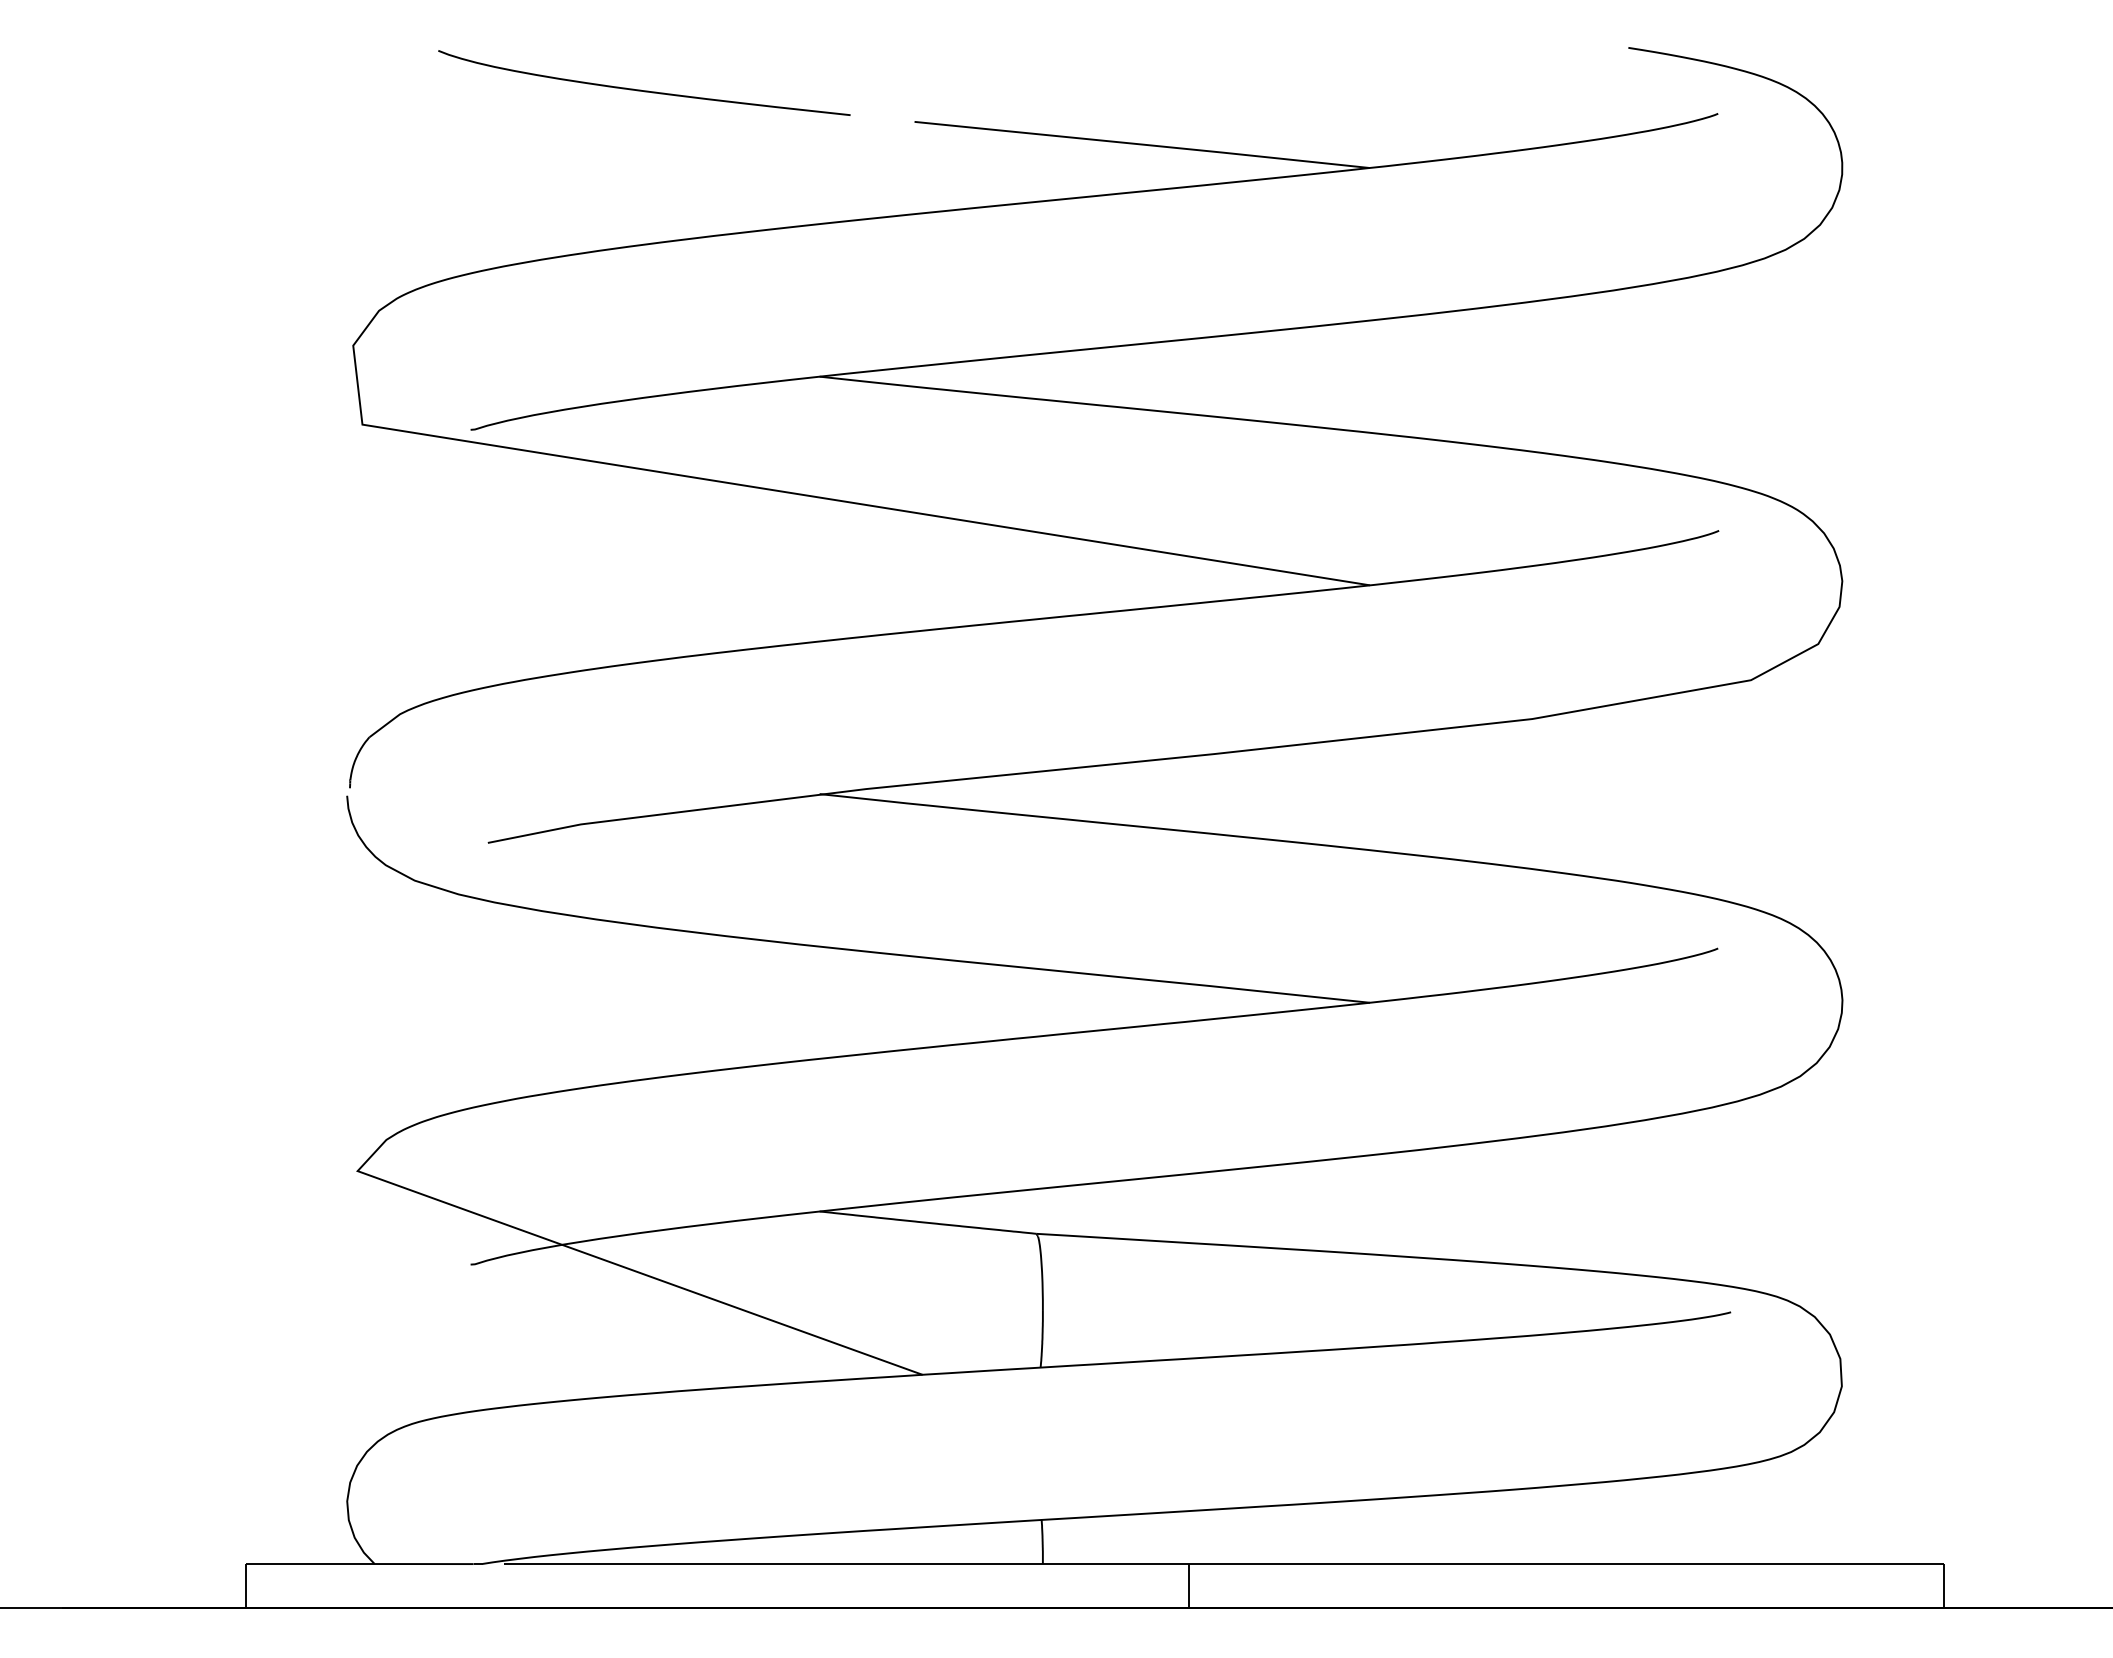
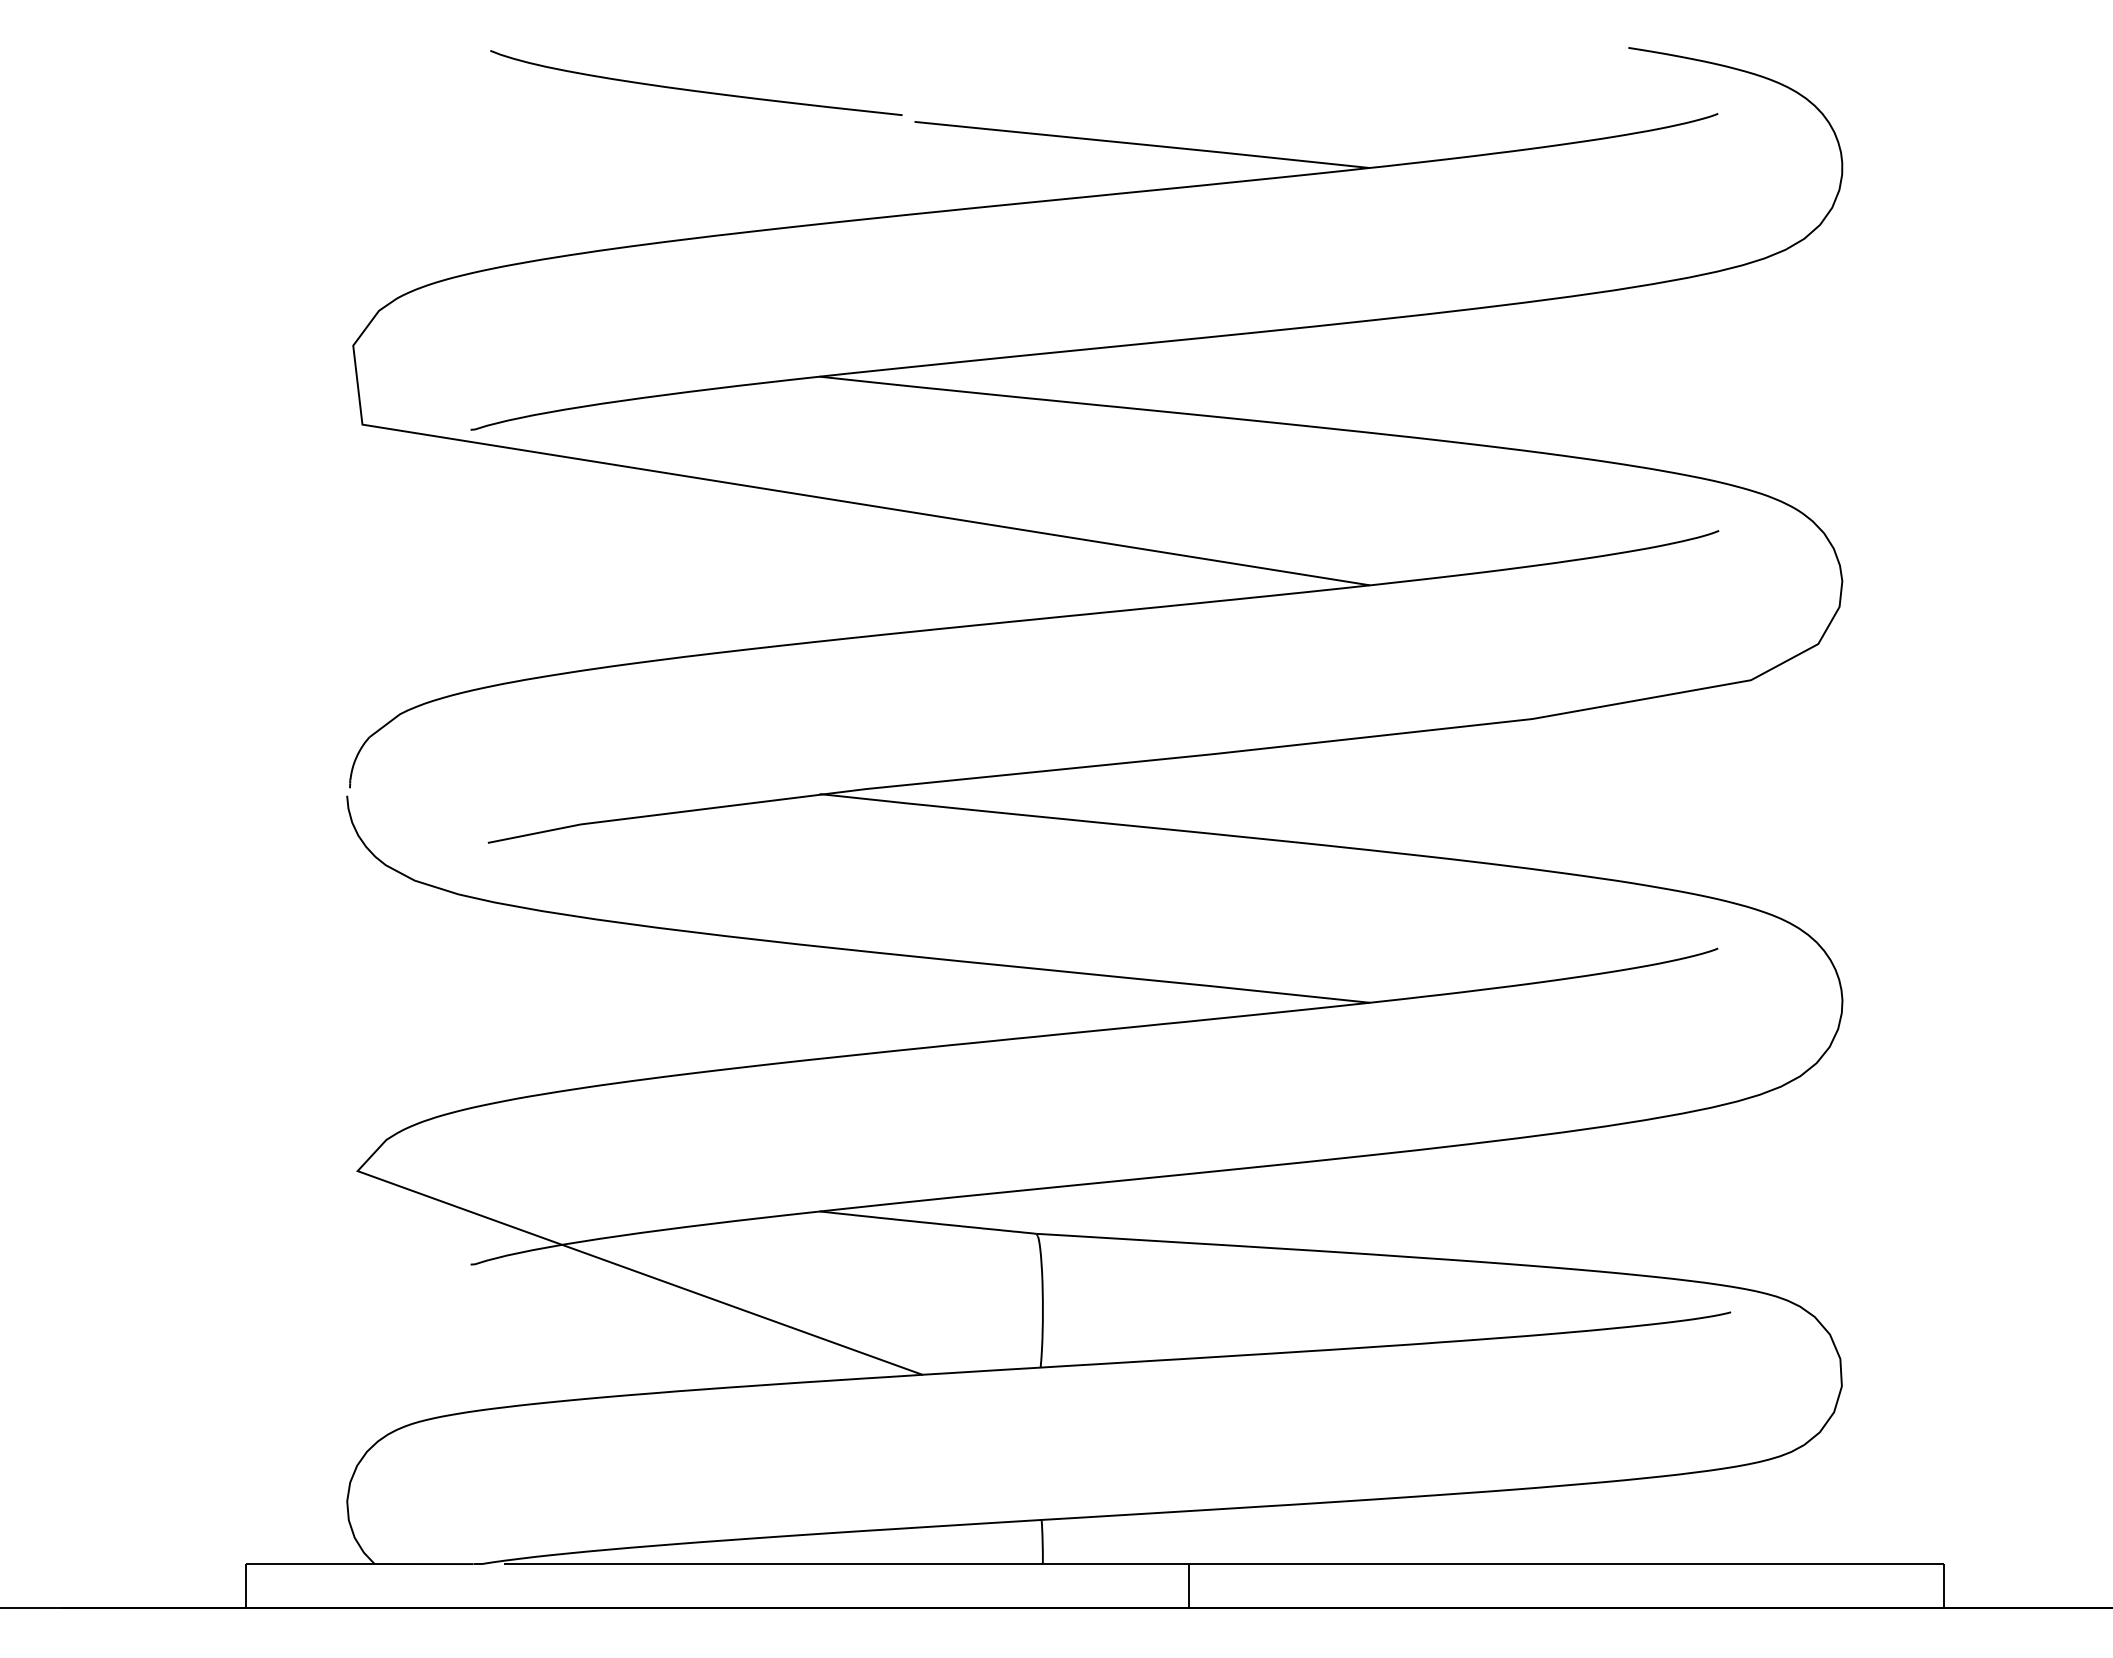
curve at (641, 89) position: (641, 89) -> (693, 89)
